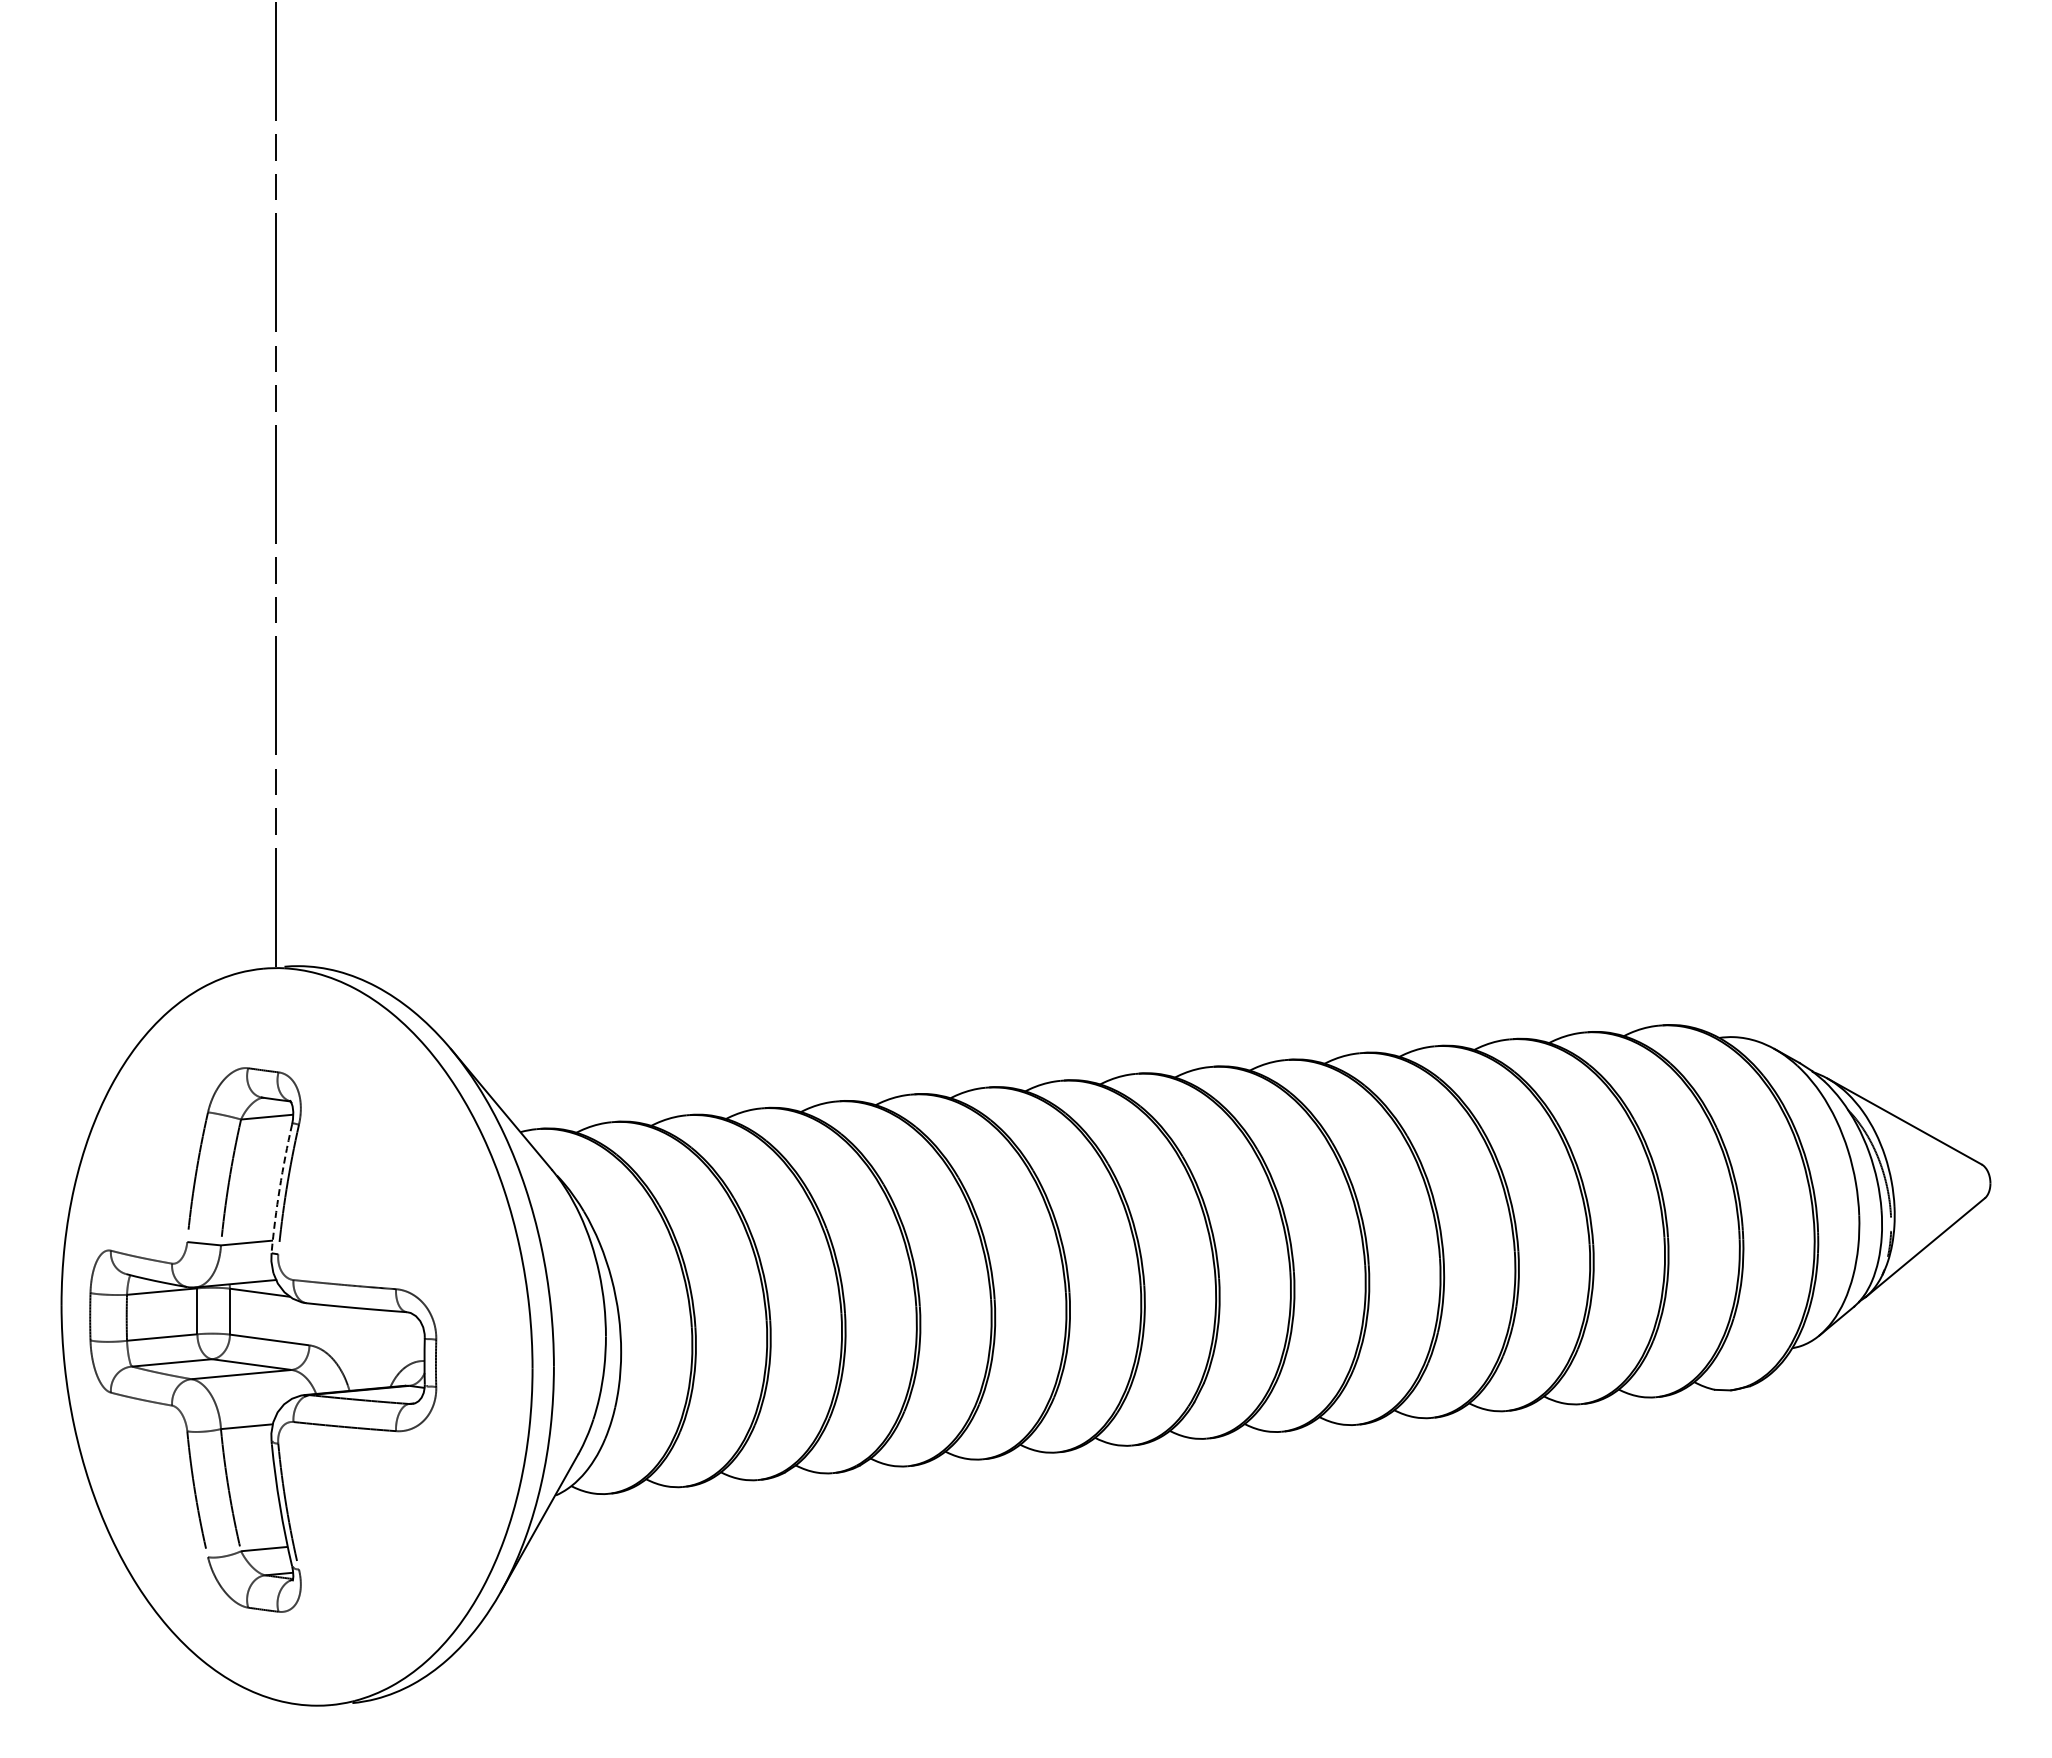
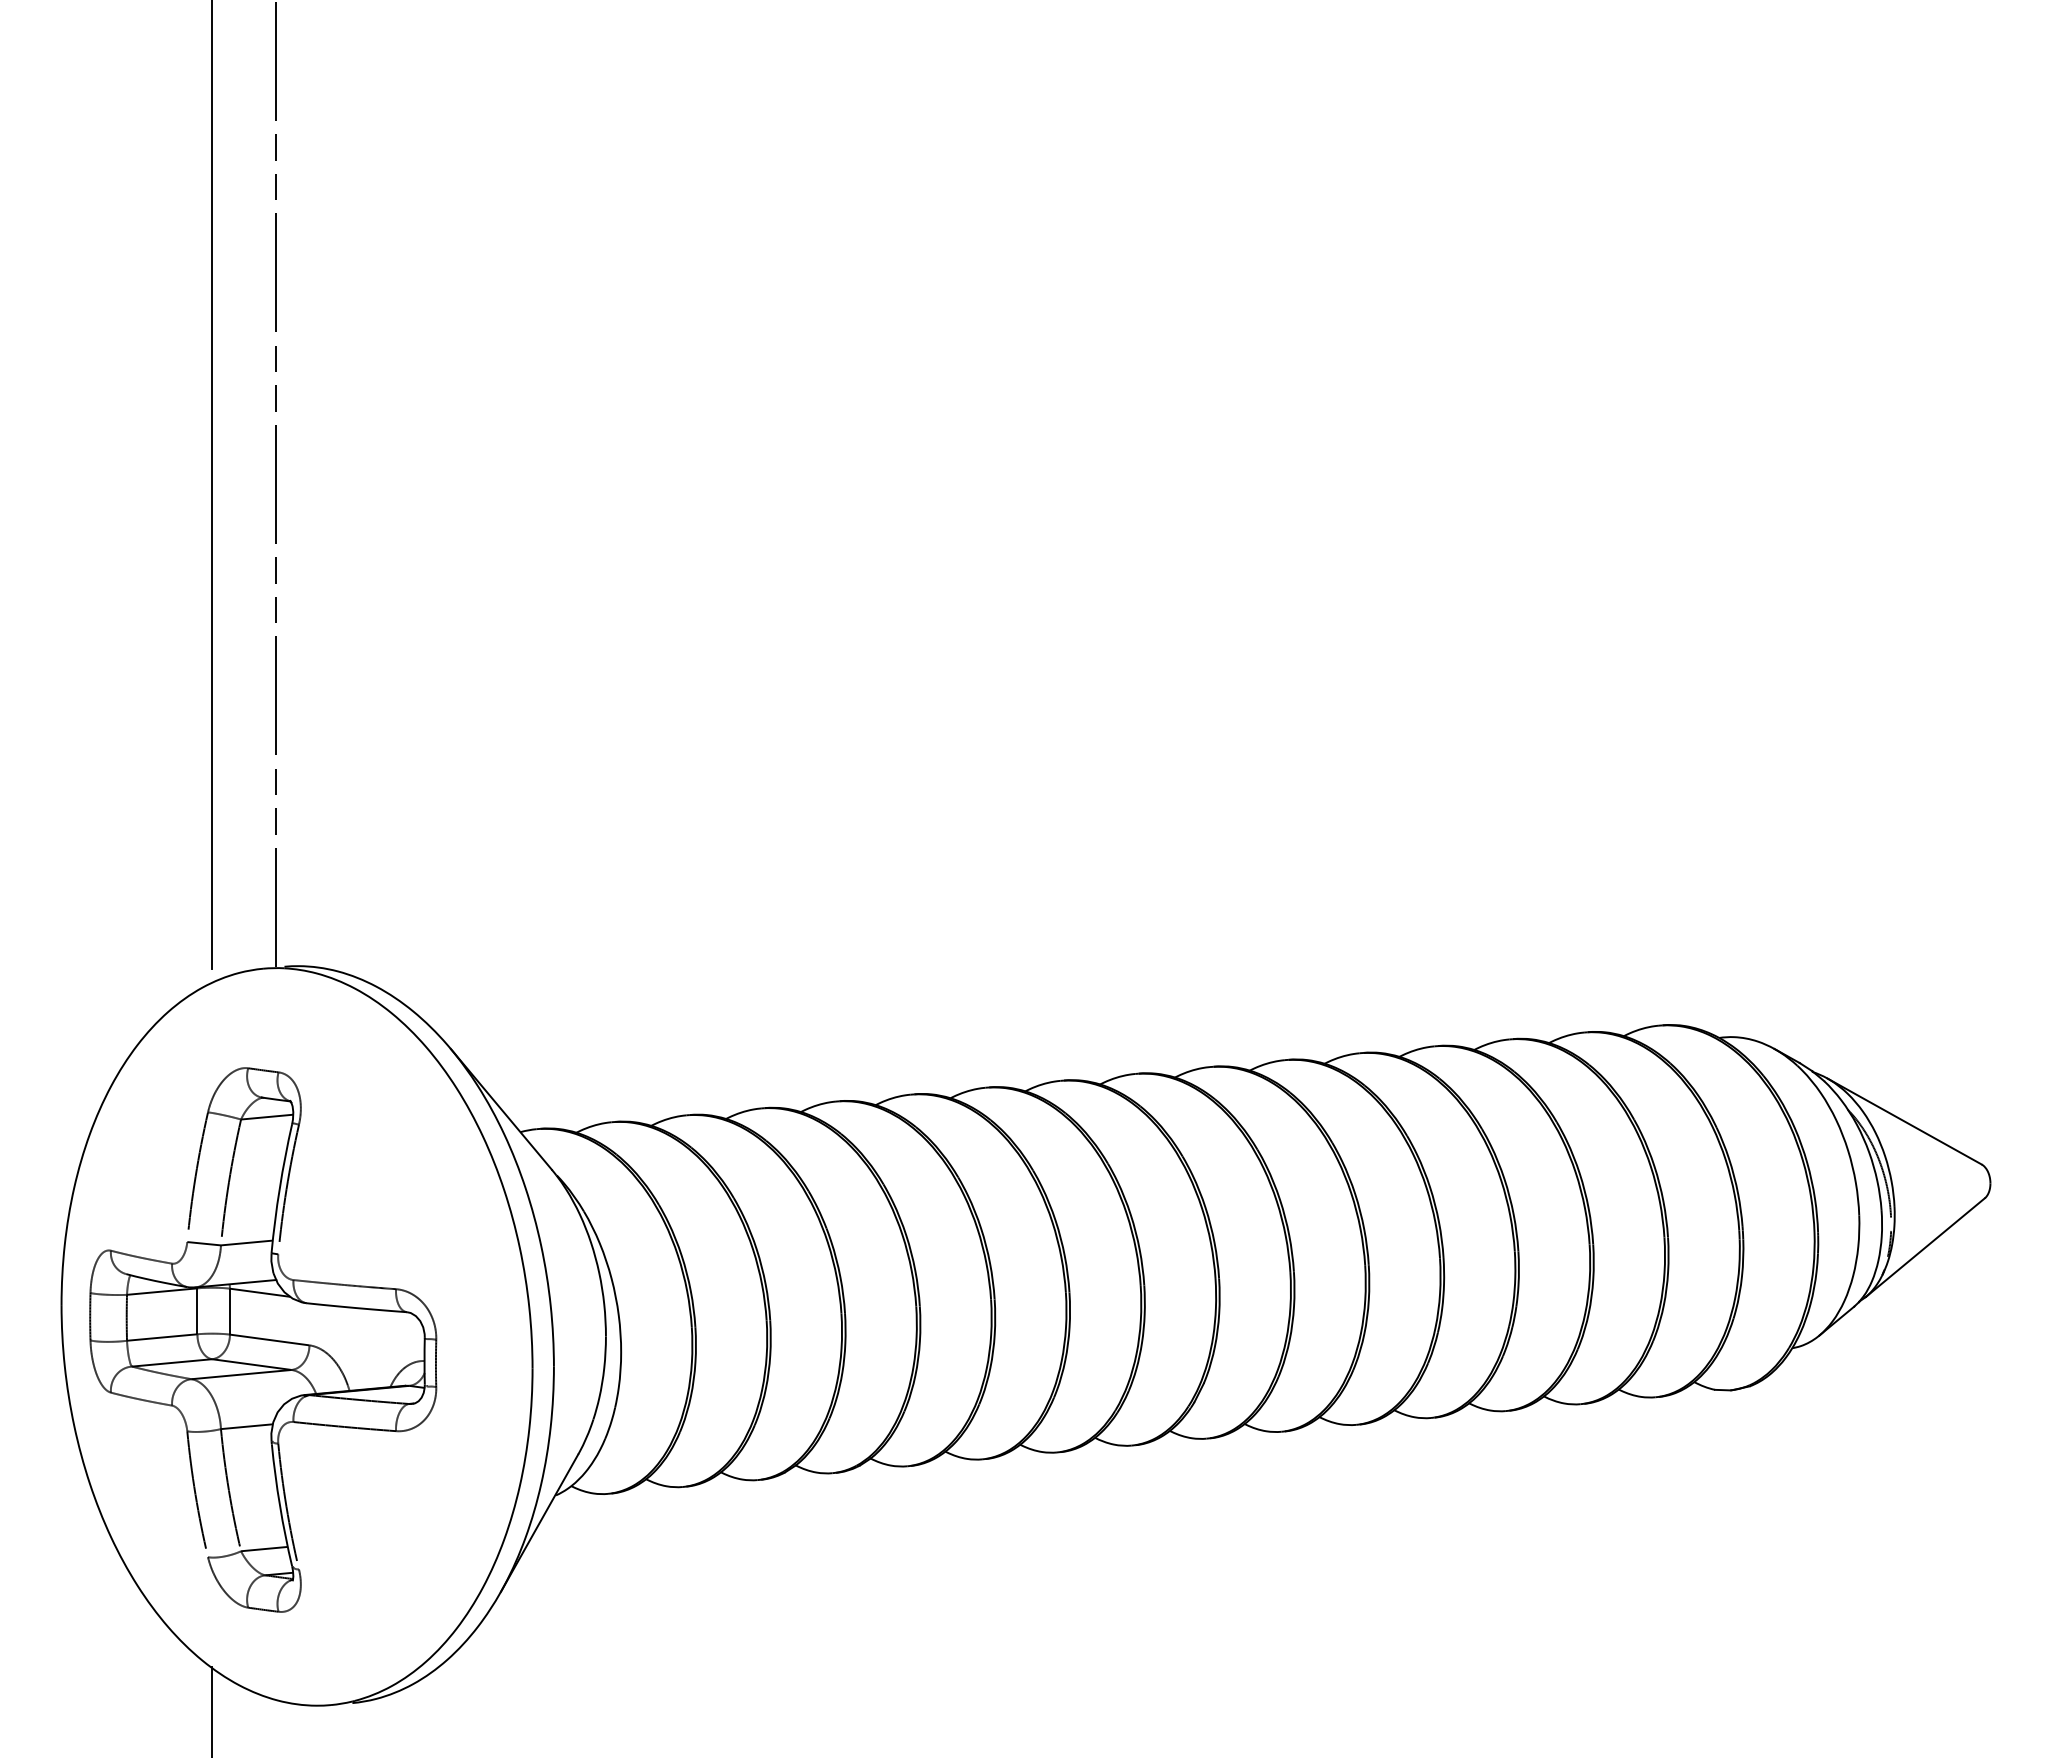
line at (212, 485): none -> present
arc at (279, 1188): dashed -> solid
line at (212, 1710): none -> present
